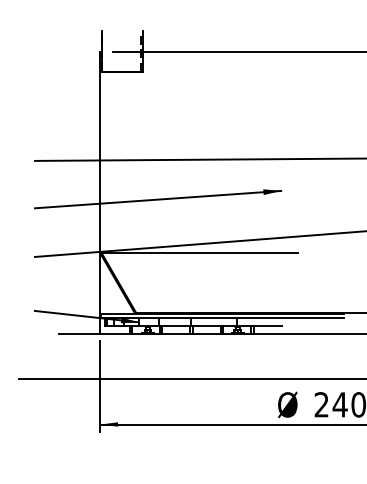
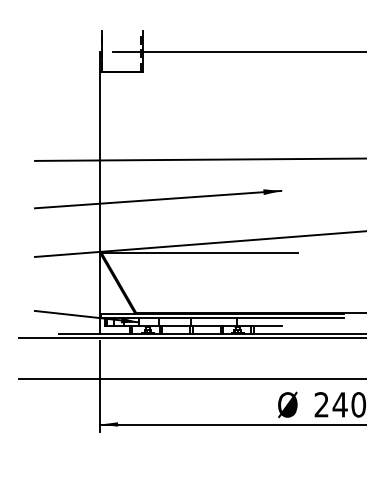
line at (191, 338): none -> present
